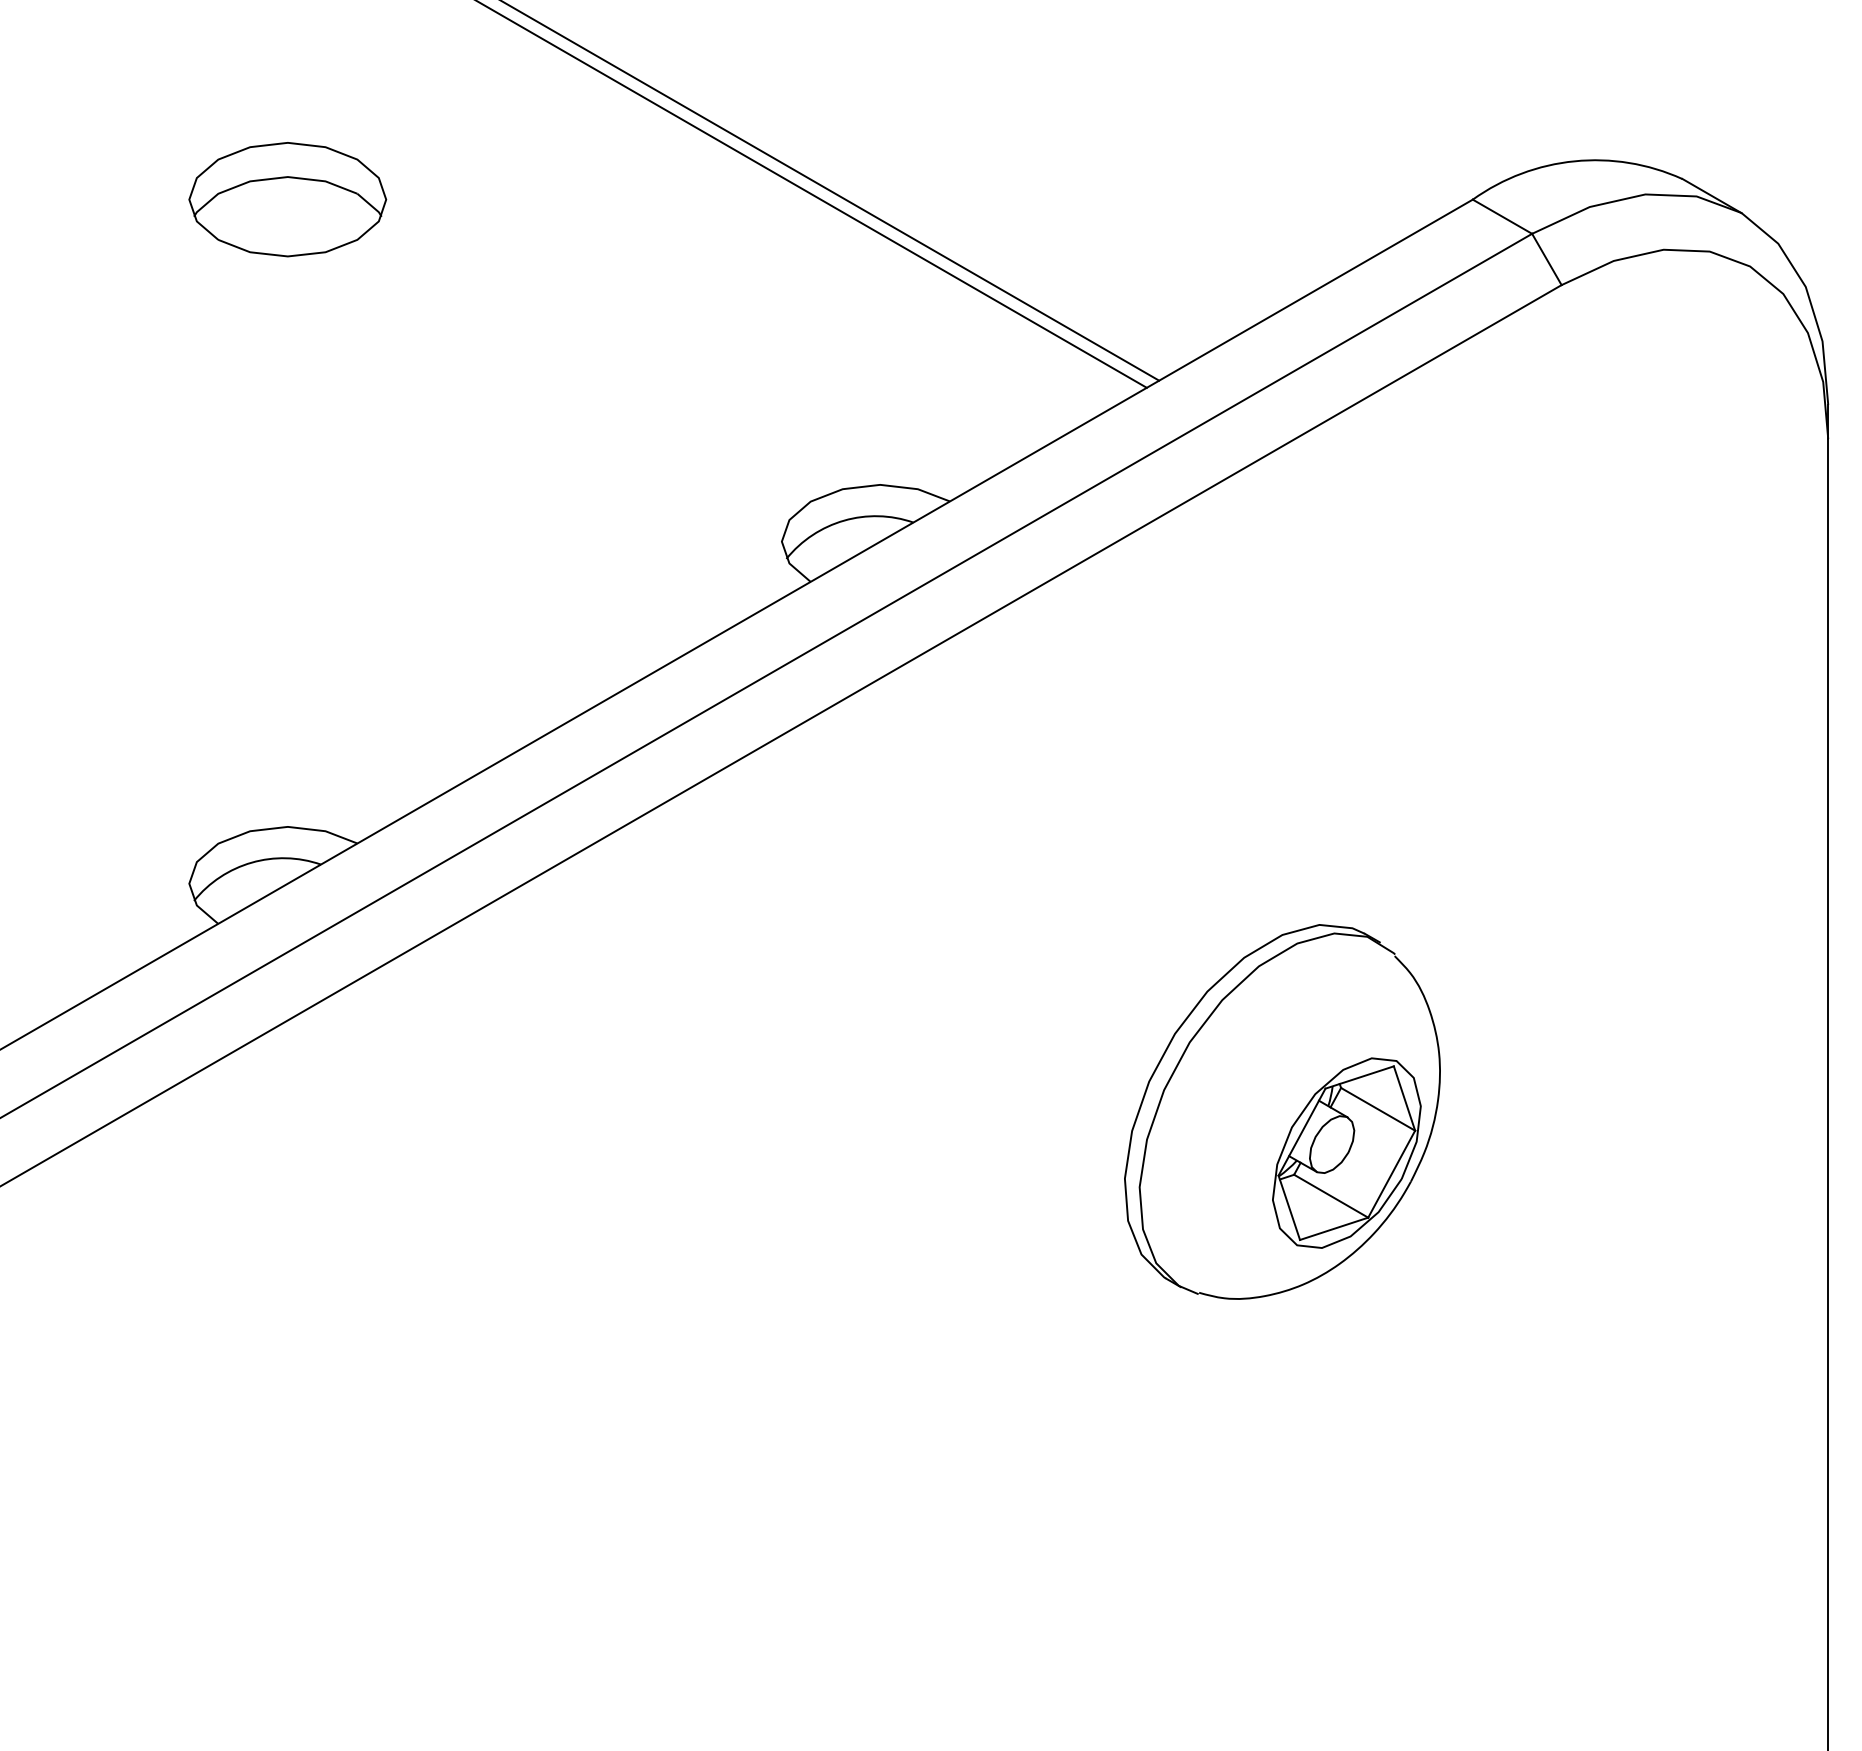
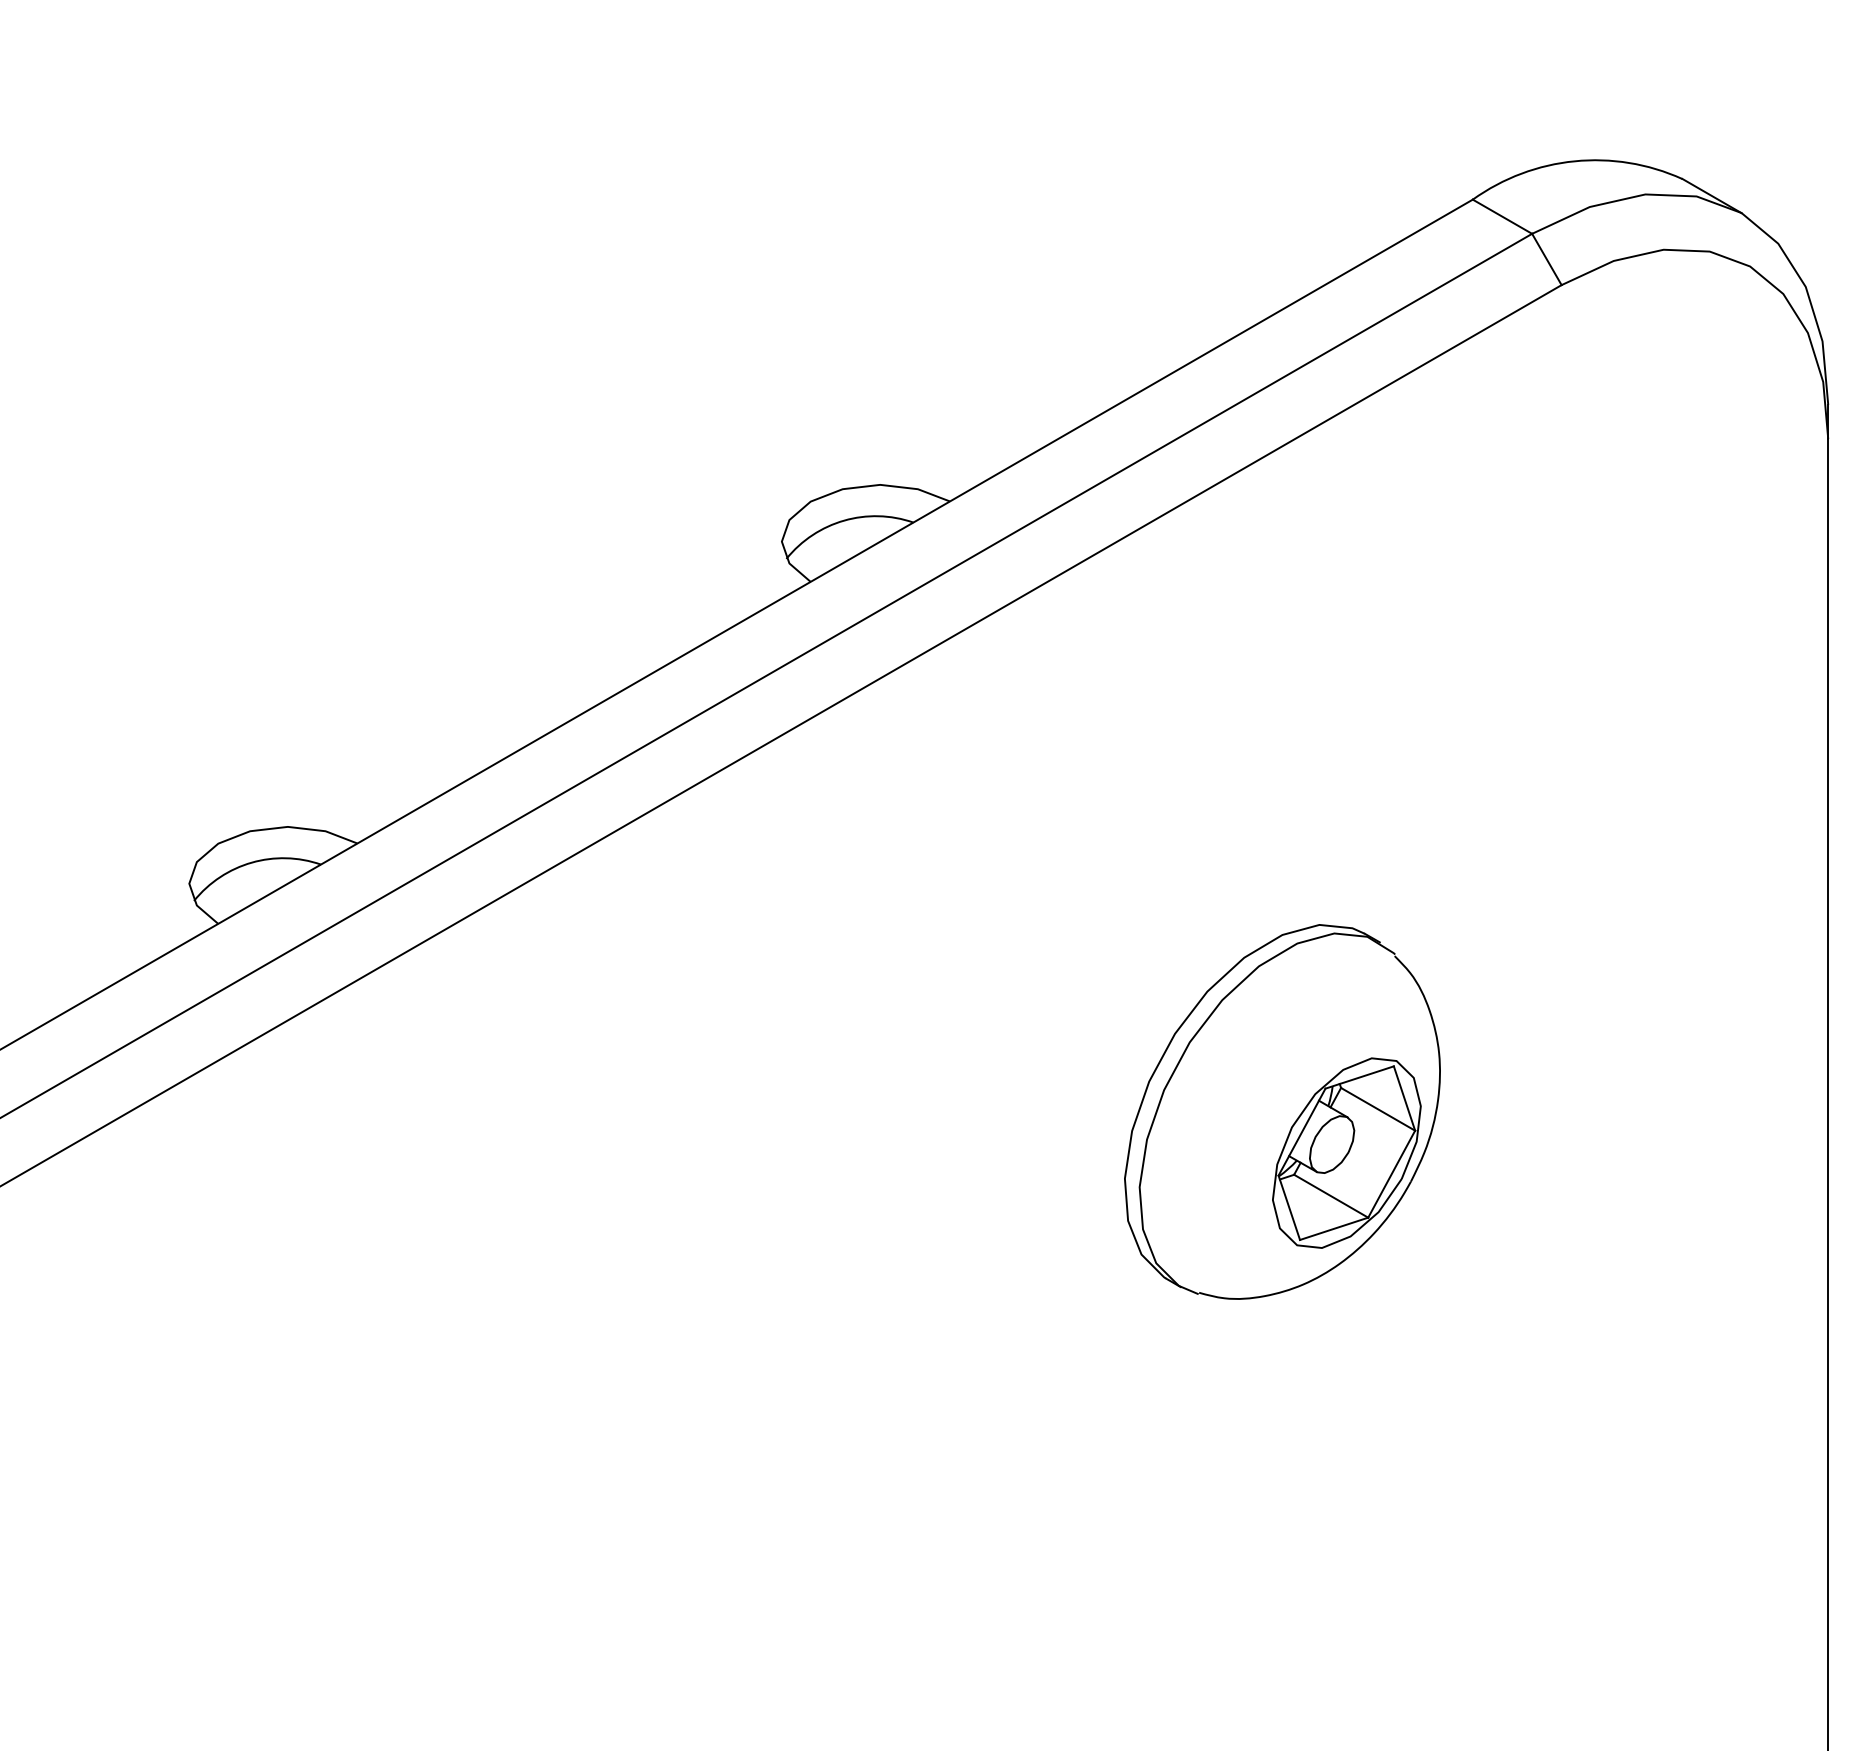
line at (831, 191): present -> none
line at (812, 194): present -> none
part at (287, 199): present -> none
